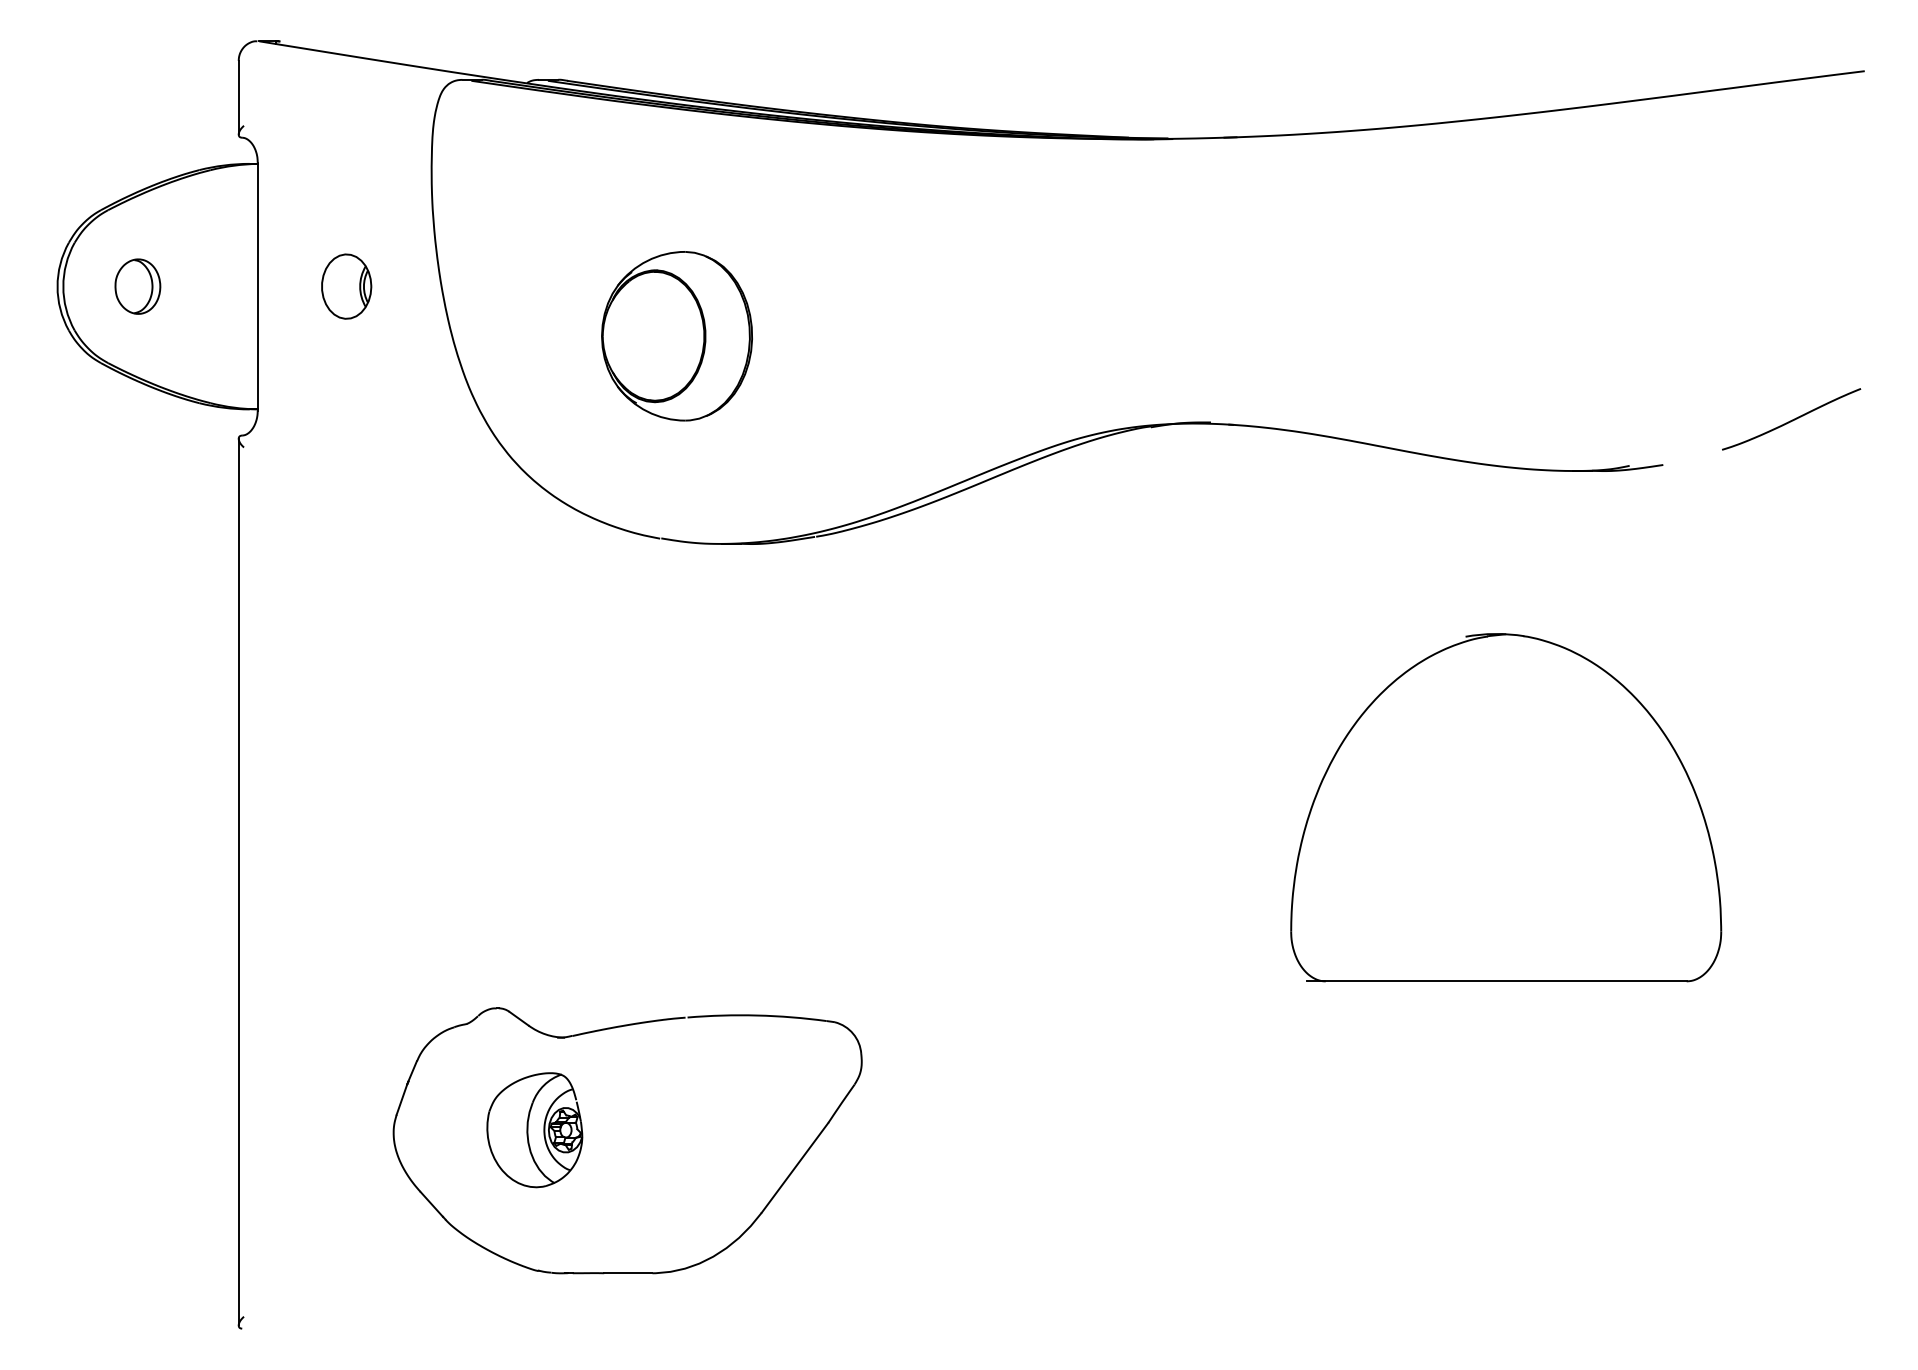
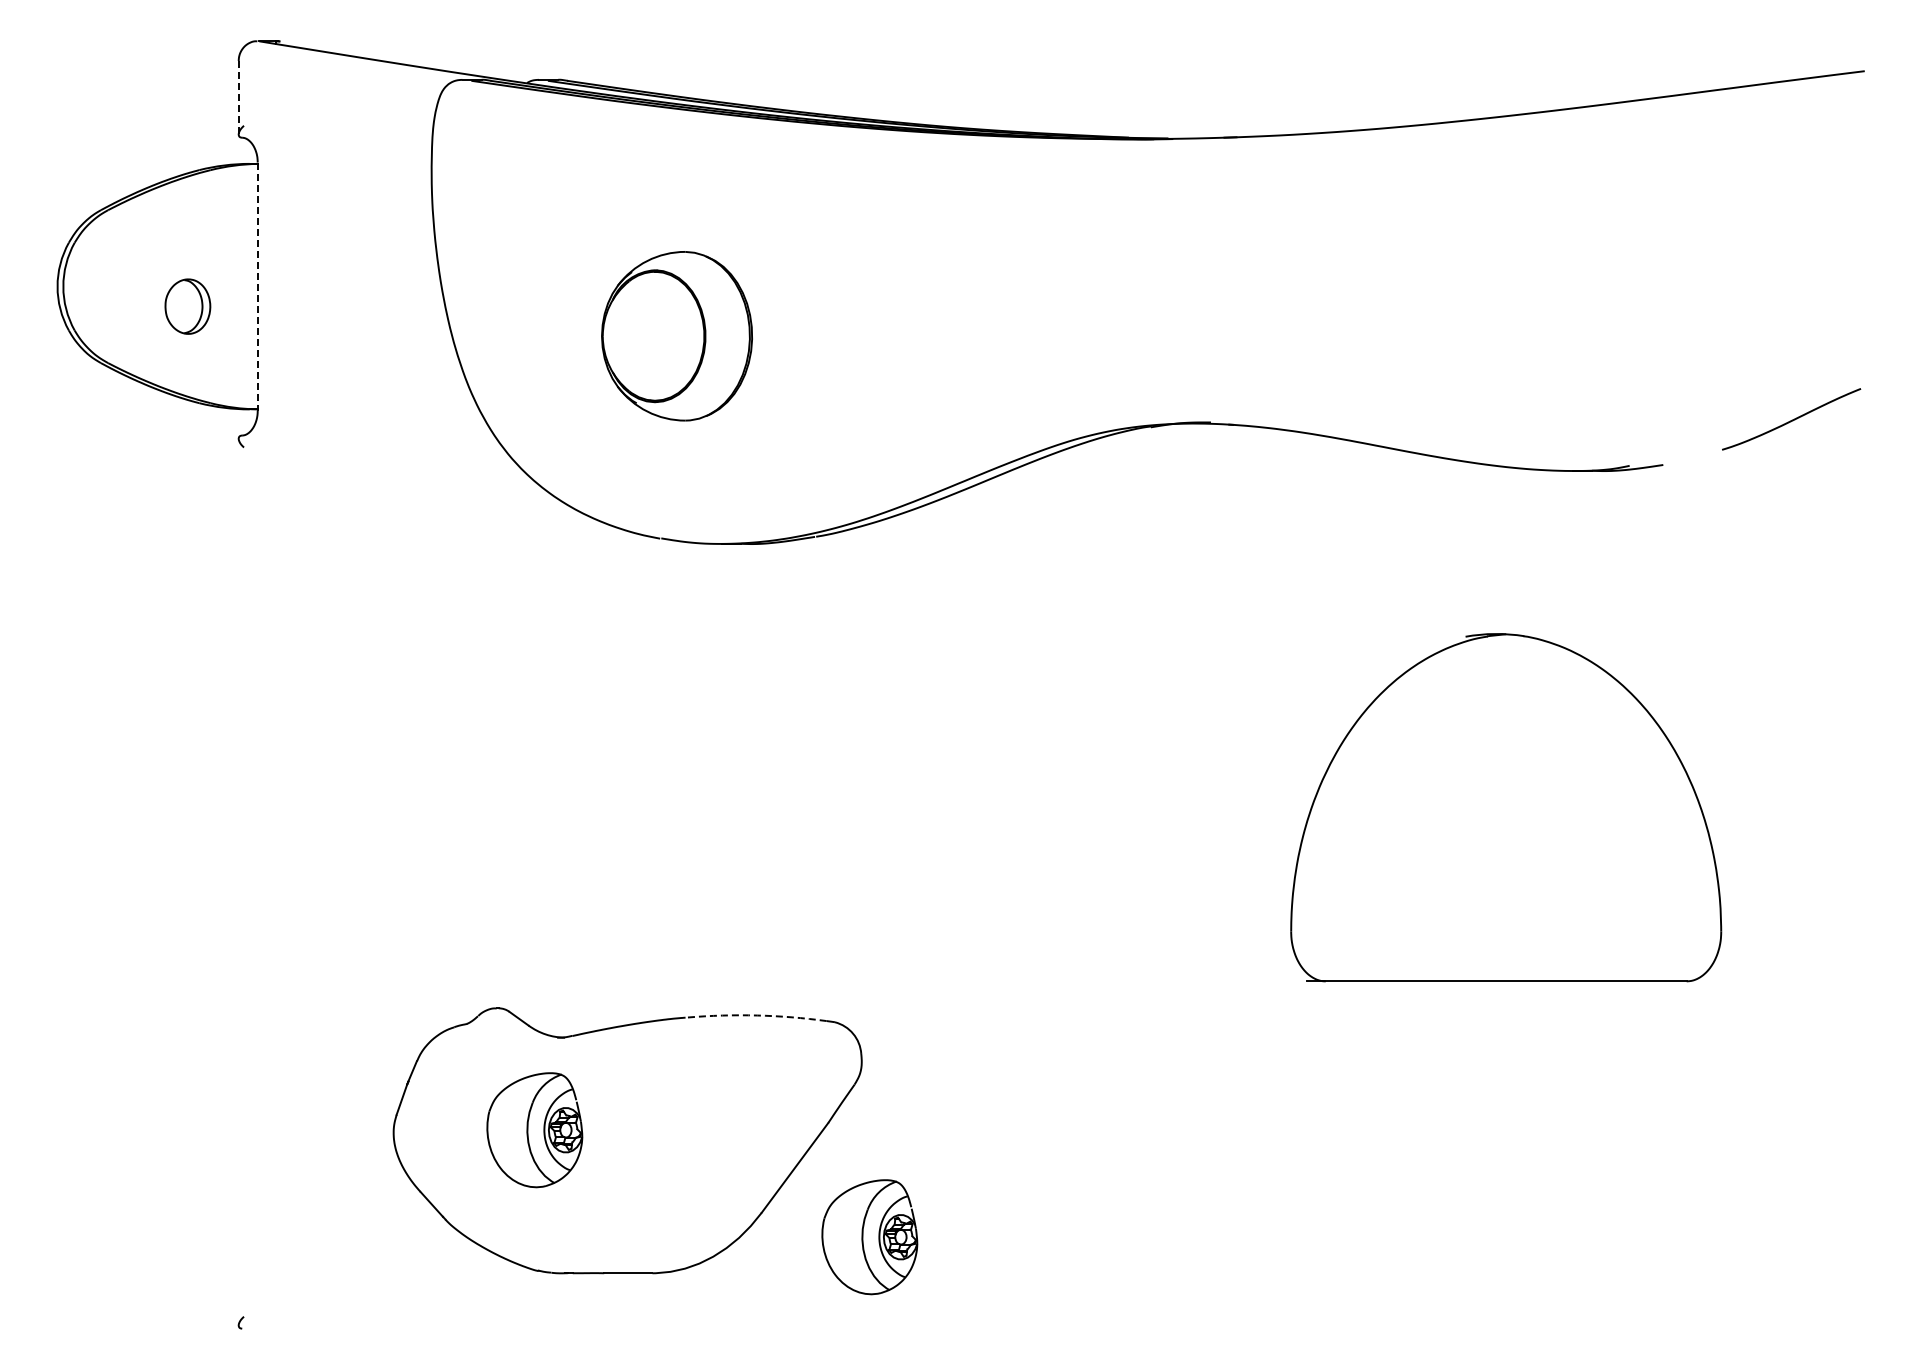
line at (238, 97): solid -> dashed
part at (137, 286) position: (137, 286) -> (187, 306)
part at (346, 286): present -> none
line at (257, 287): solid -> dashed
line at (238, 881): present -> none
arc at (757, 1015): solid -> dashed
part at (869, 1237): none -> present
